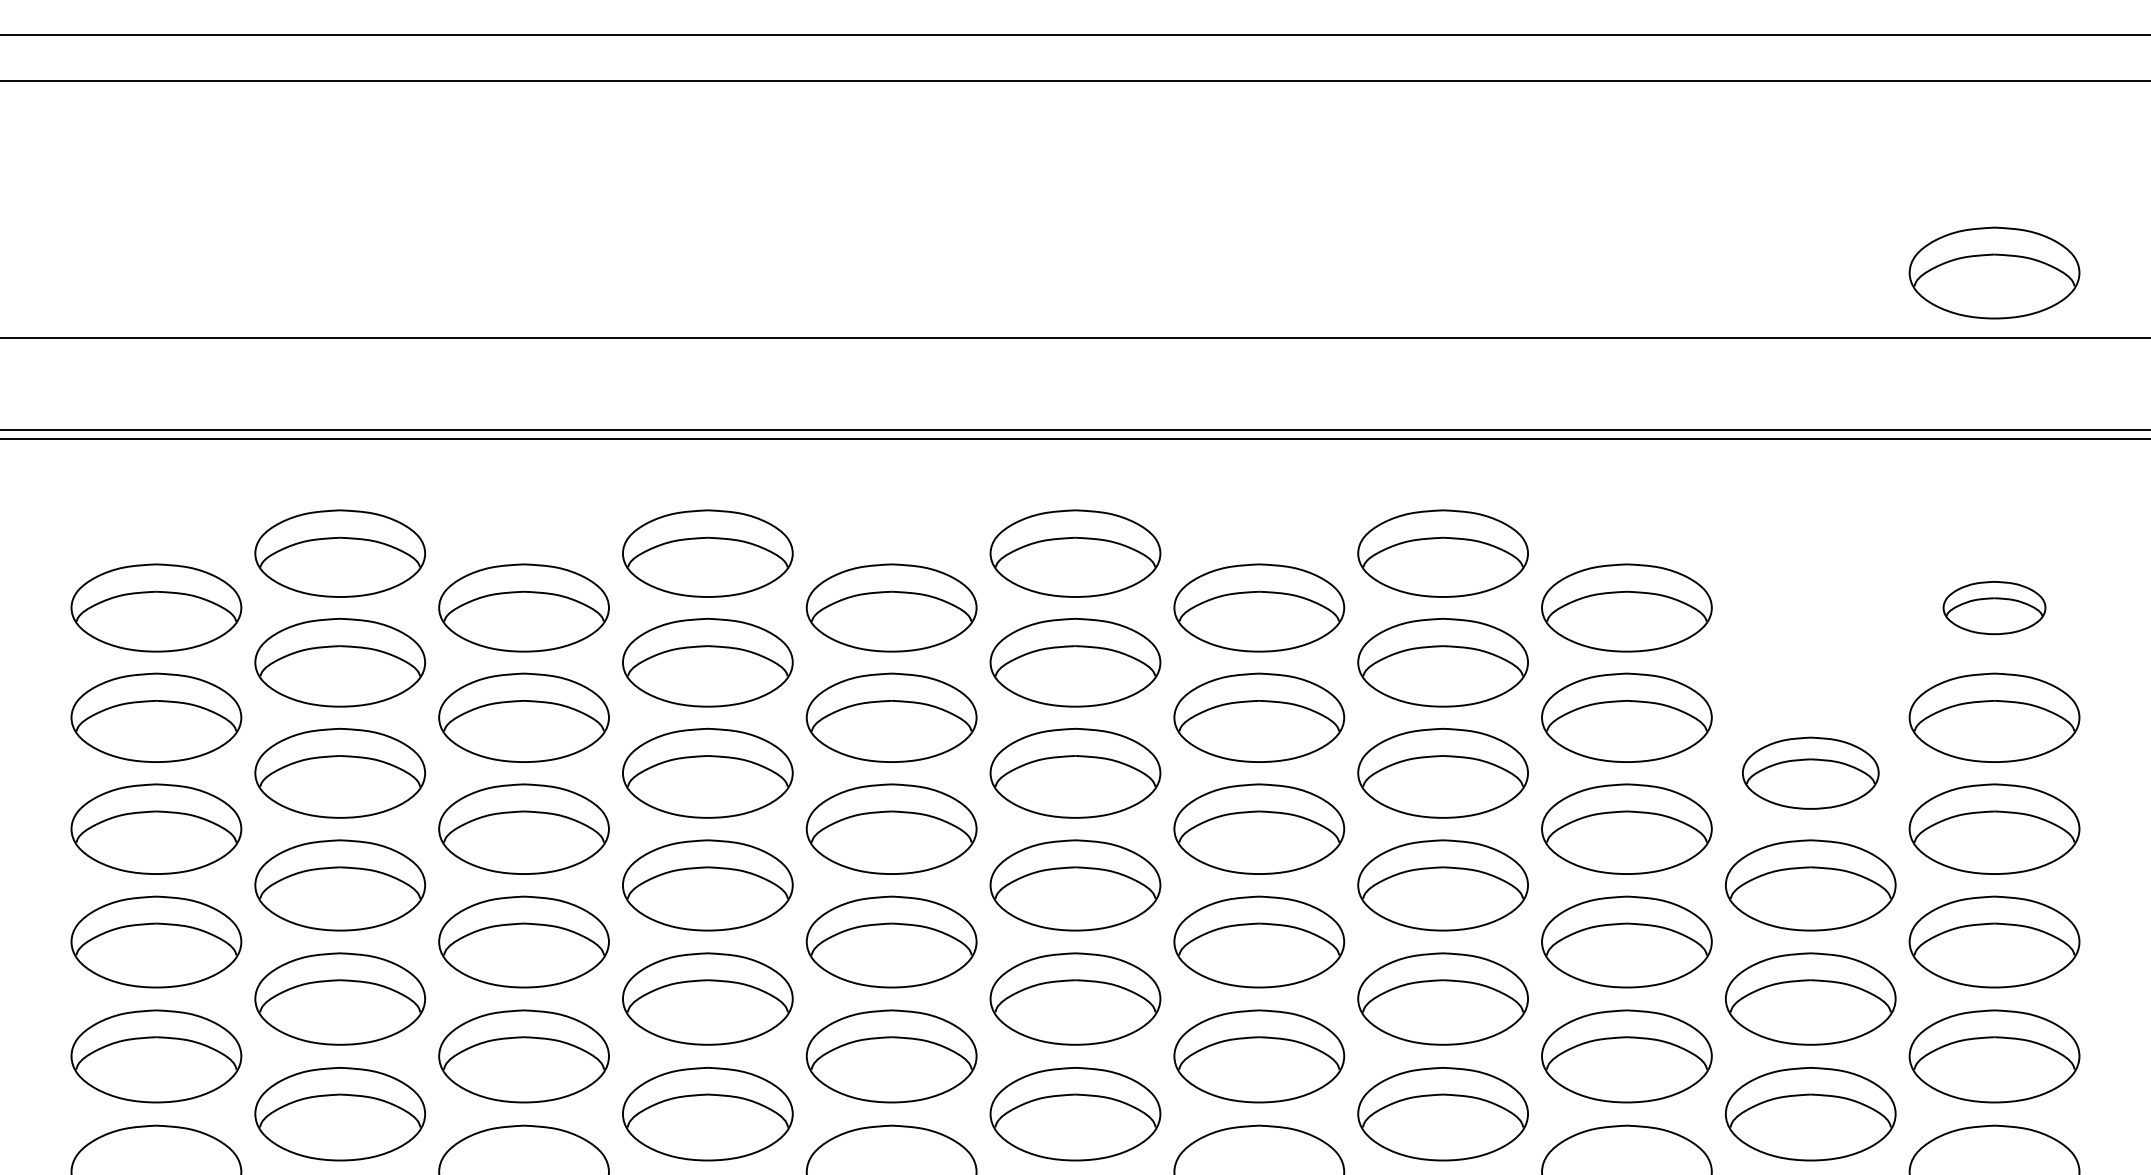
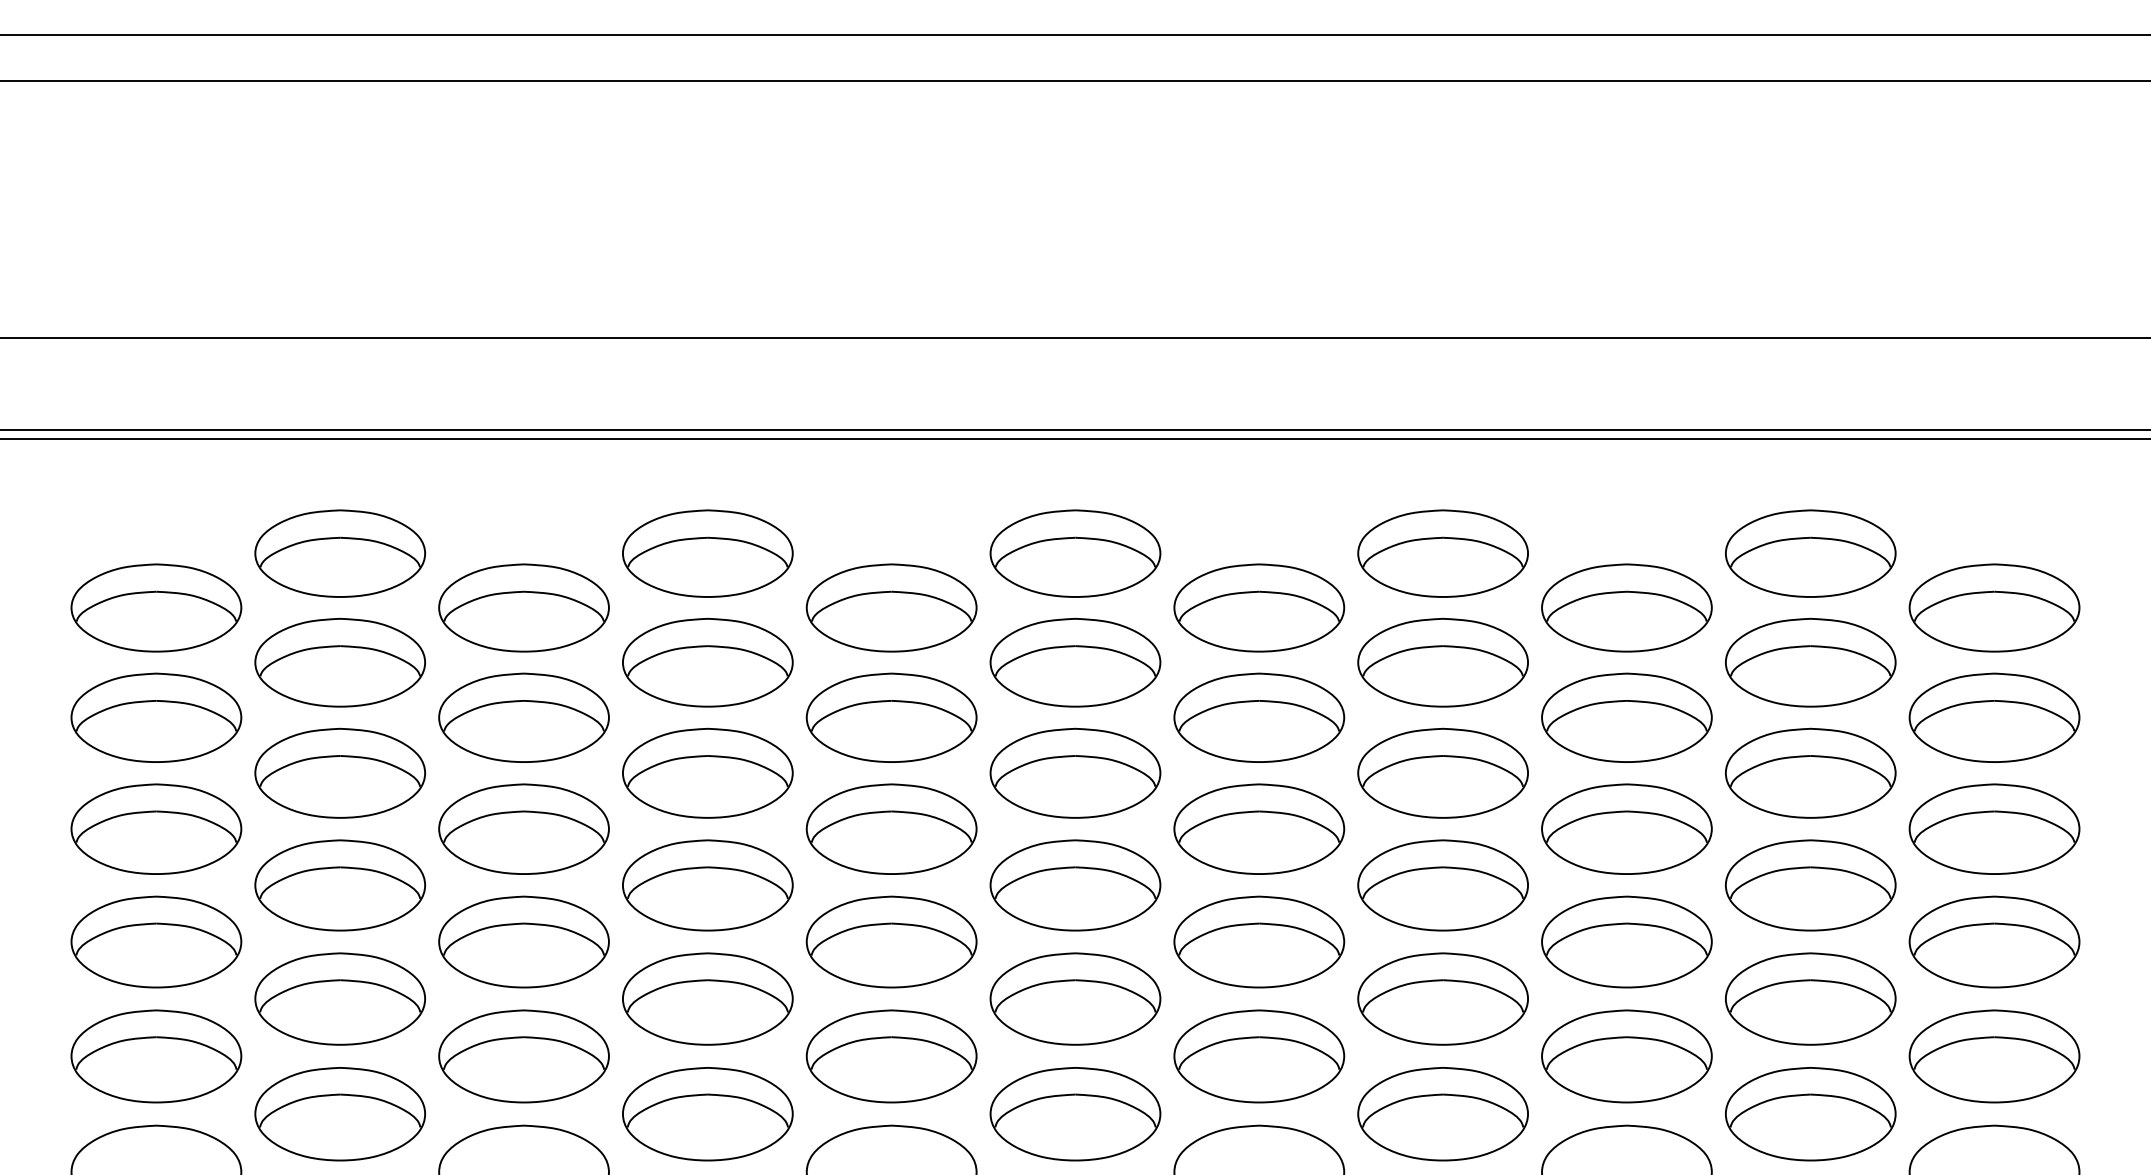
part at (1994, 272): present -> none
part at (1810, 553): none -> present
part at (1994, 608) size: 105x55 px -> 173x90 px
part at (1810, 662): none -> present
part at (1810, 772) size: 138x74 px -> 172x92 px
